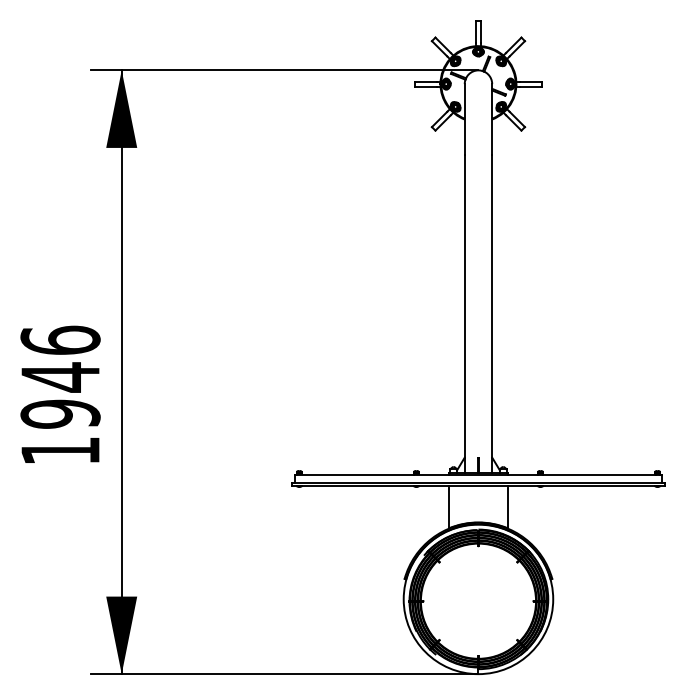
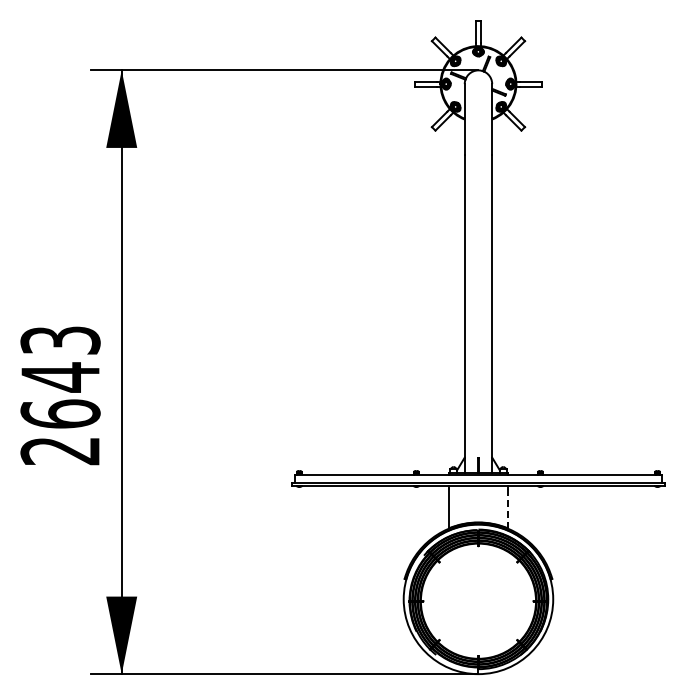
text at (60, 395): 1946 -> 2643
line at (507, 509): solid -> dashed
